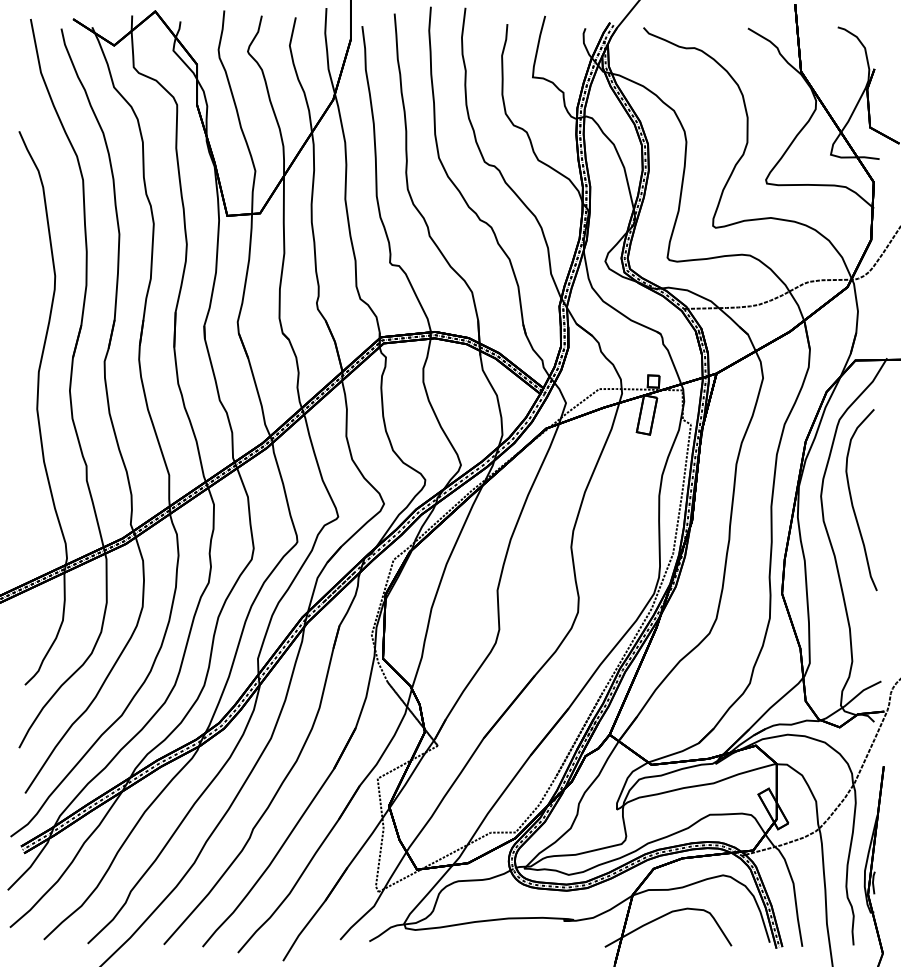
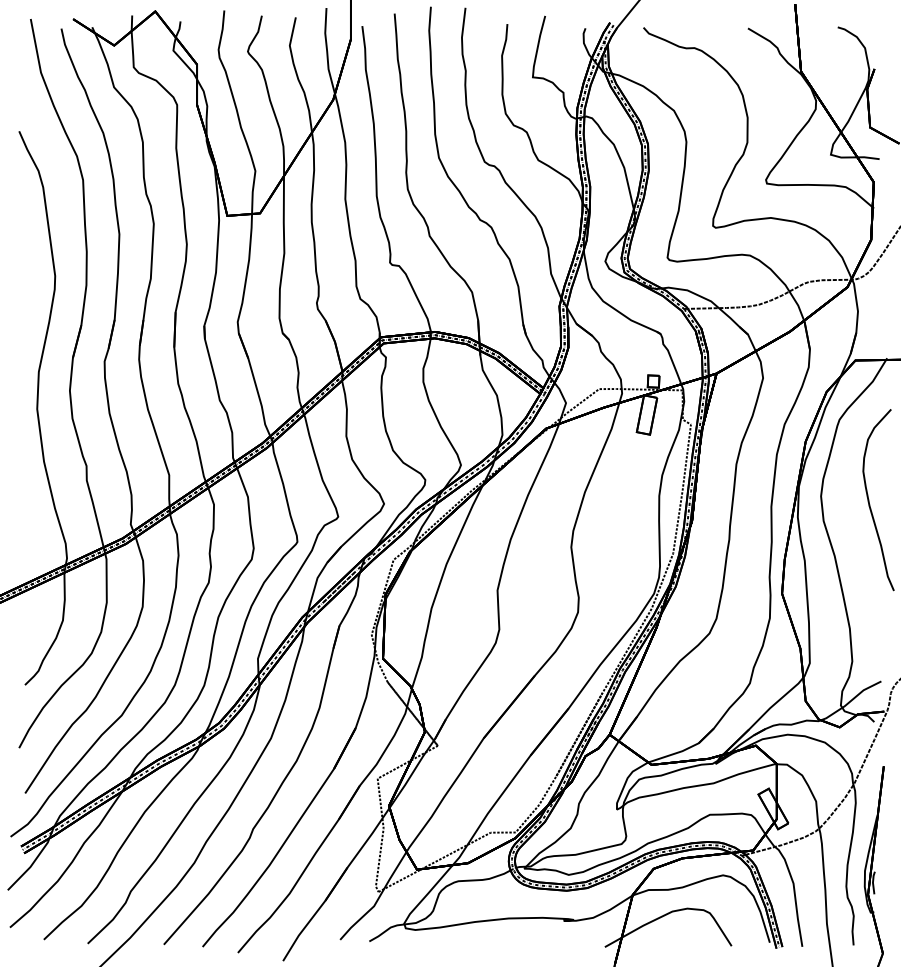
curve at (853, 504) position: (853, 504) -> (870, 504)
